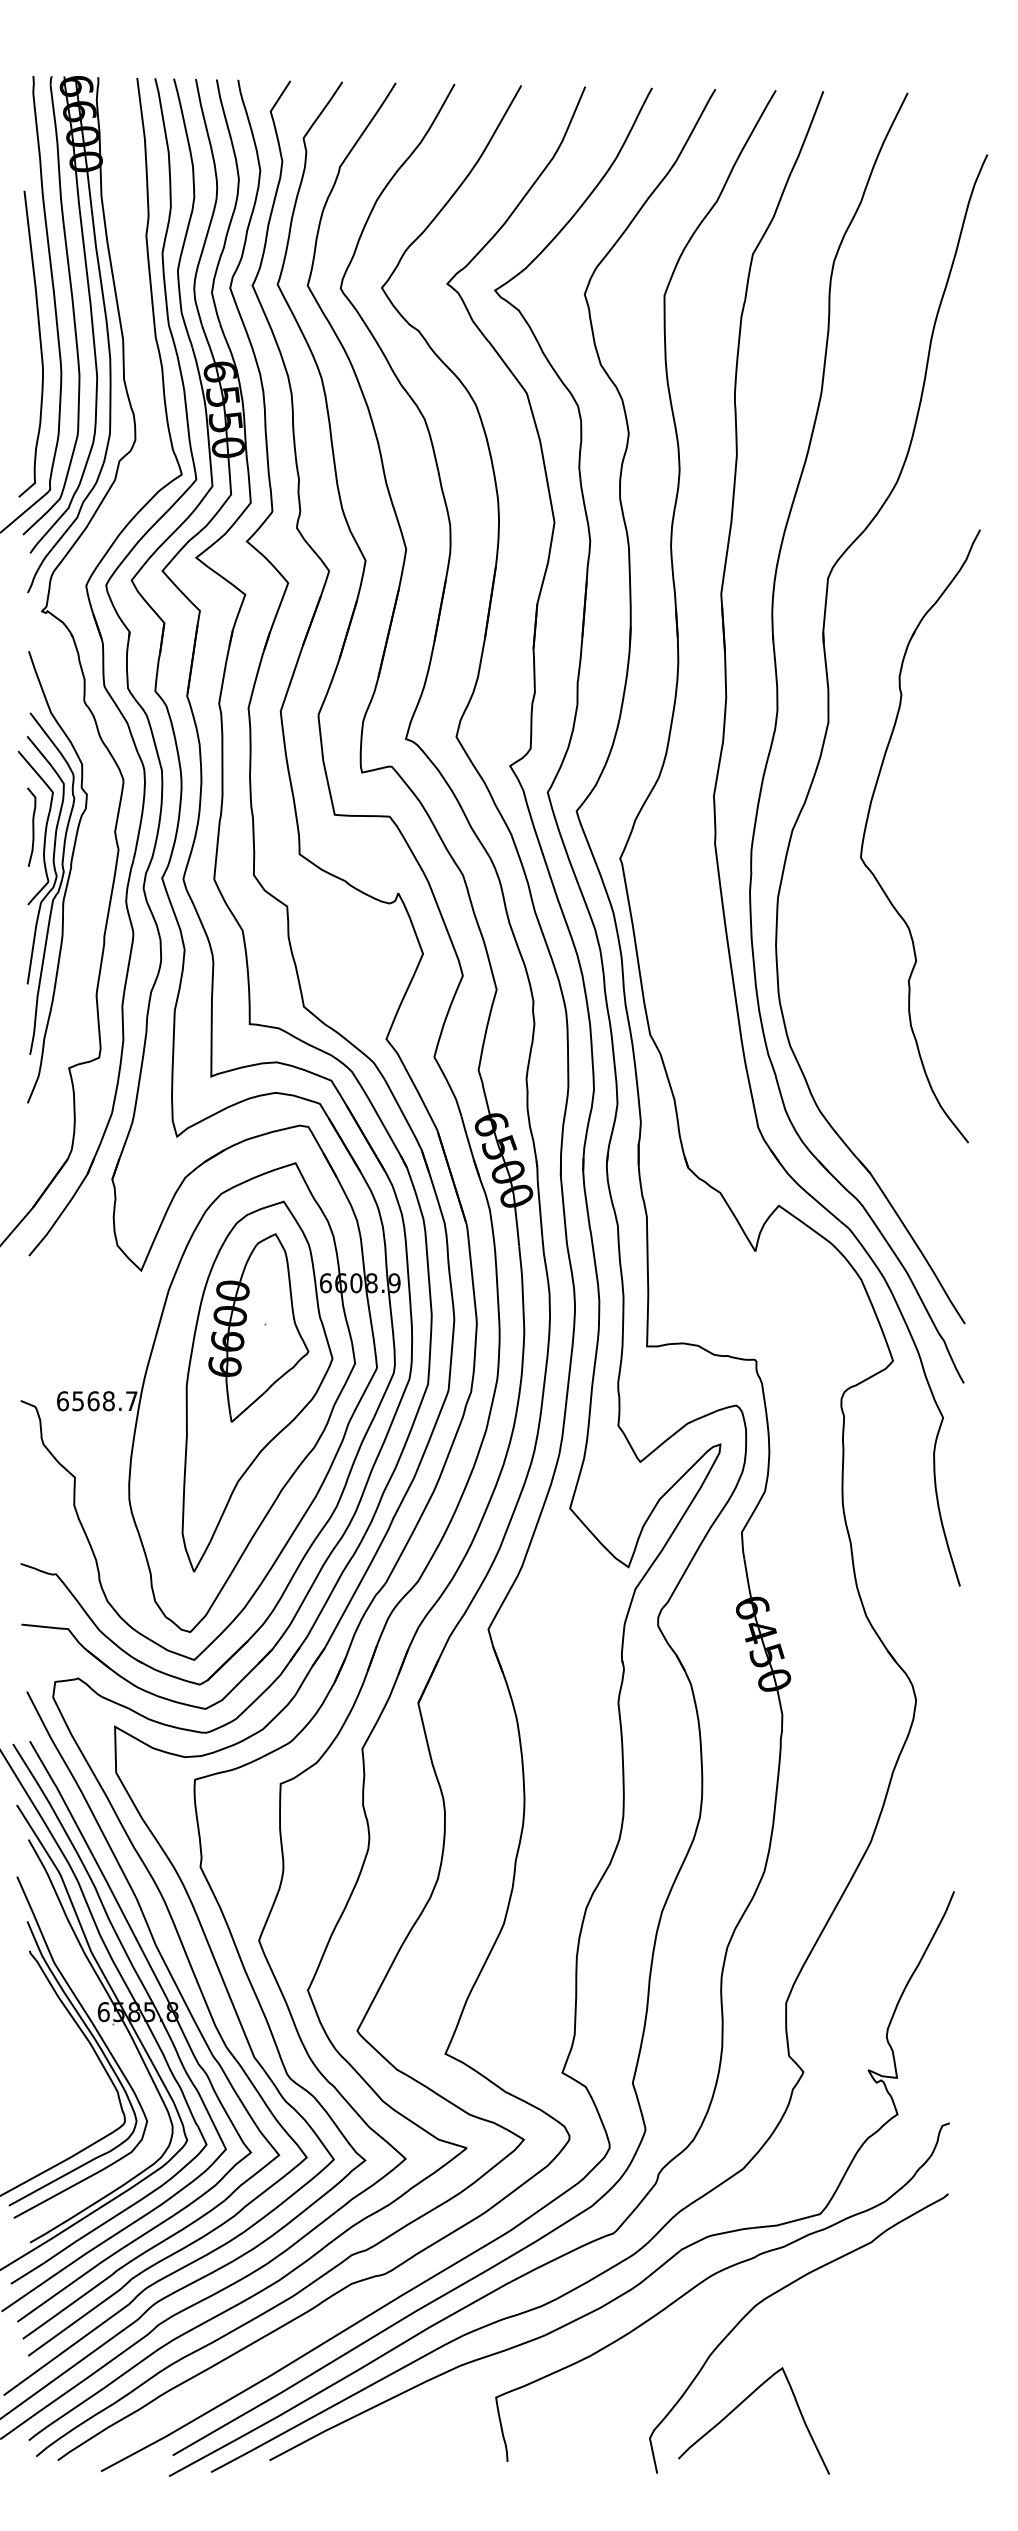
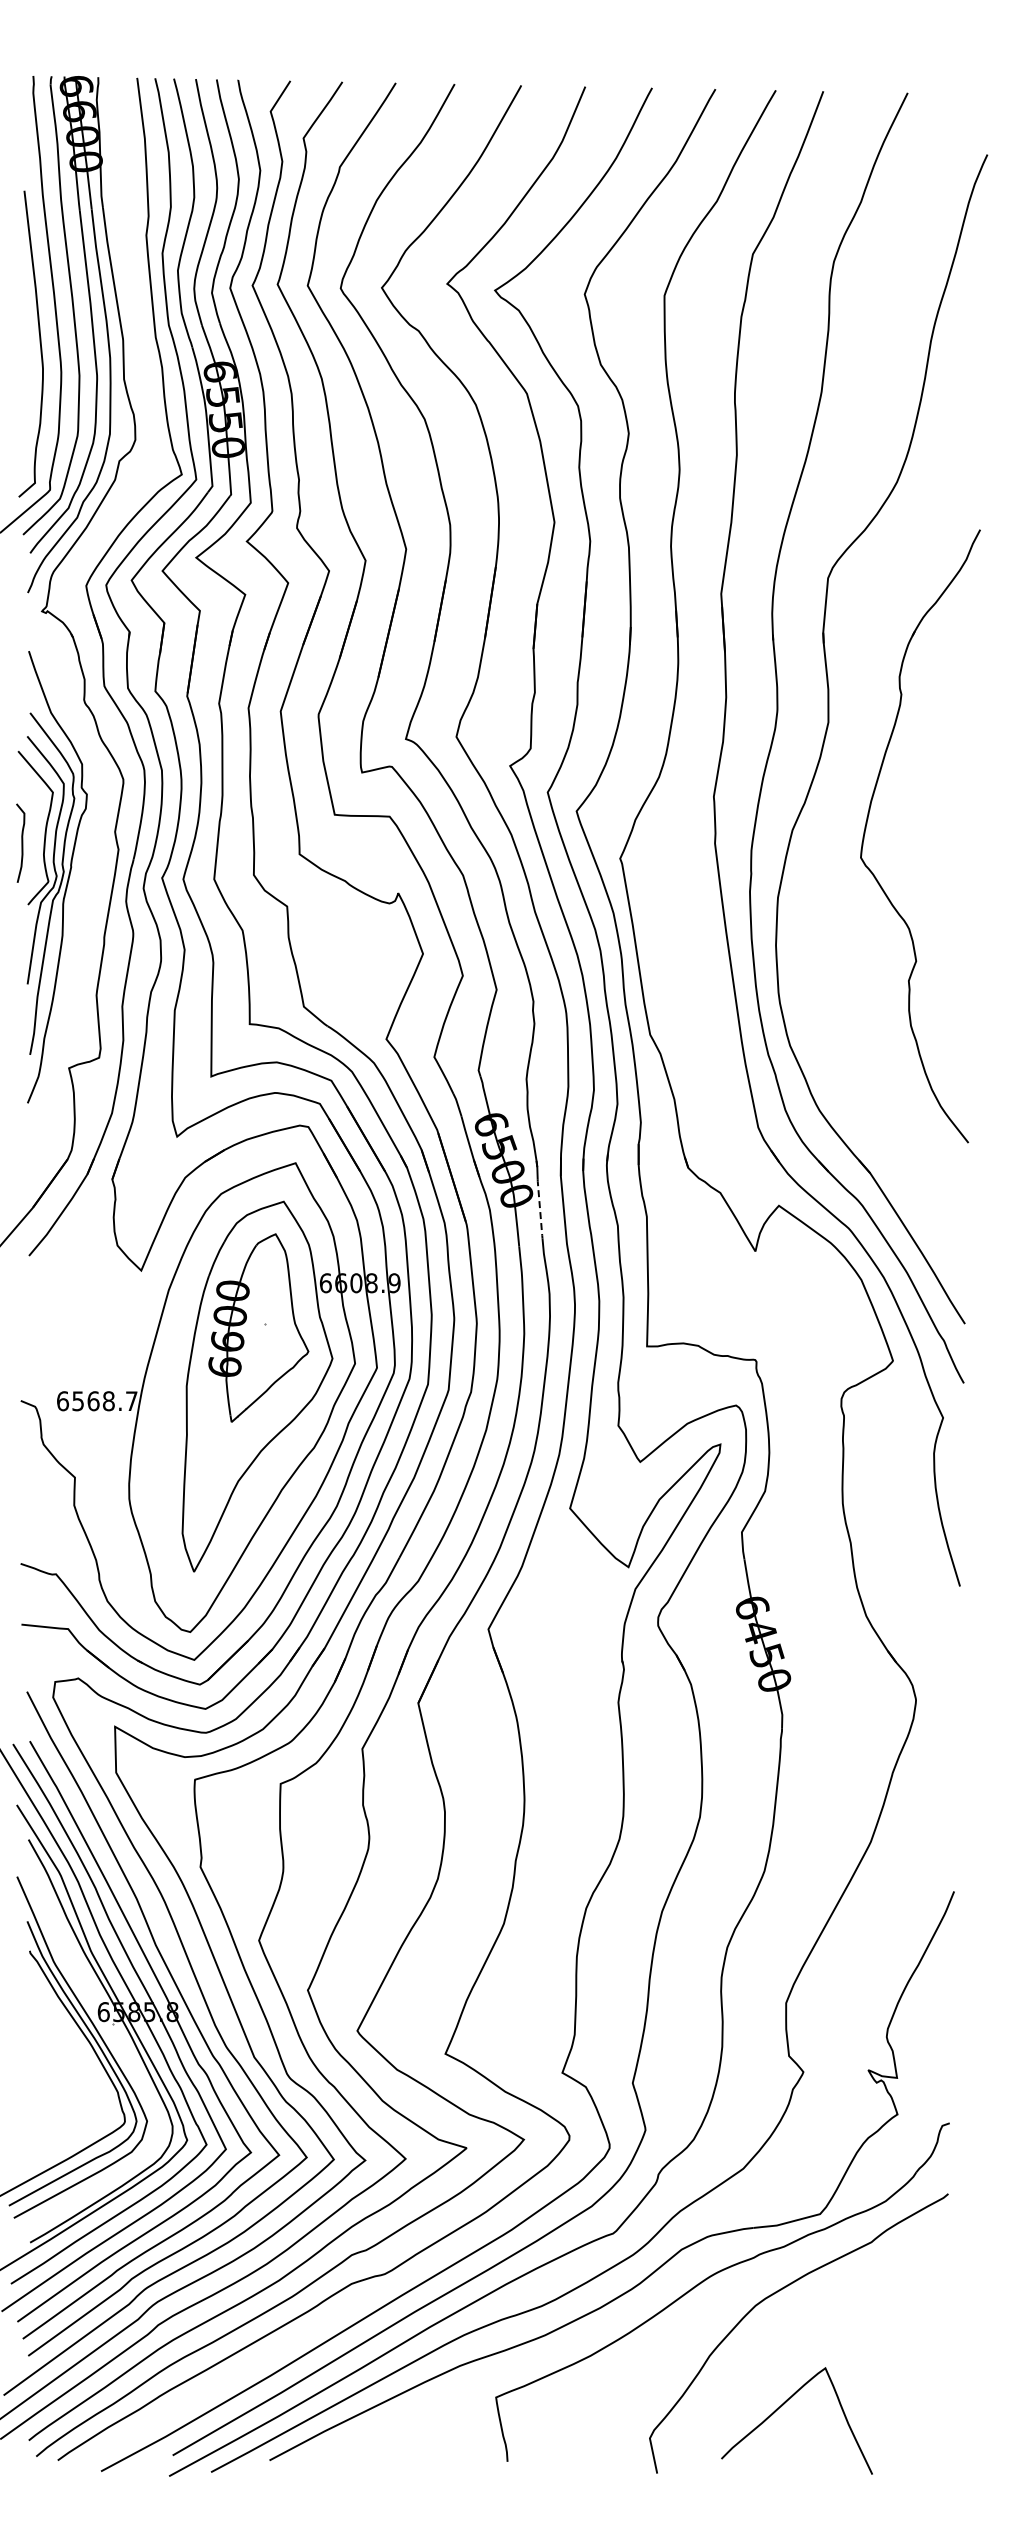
curve at (32, 826) position: (32, 826) -> (21, 842)
line at (540, 1209): solid -> dashed
curve at (739, 2406) position: (739, 2406) -> (782, 2406)
